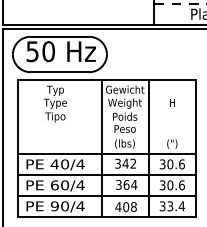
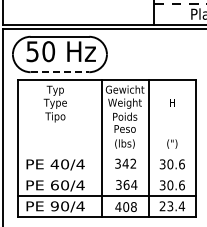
line at (60, 72): solid -> dashed
line at (107, 153): present -> none
line at (107, 174): present -> none
text at (162, 206): 33.4 -> 23.4
